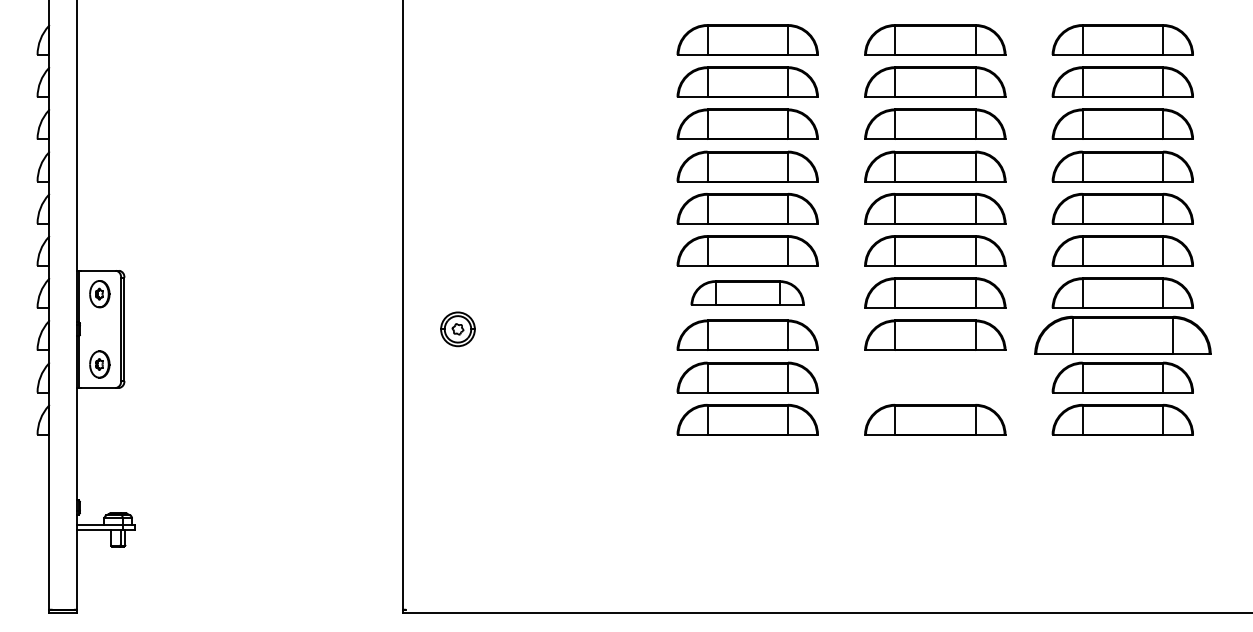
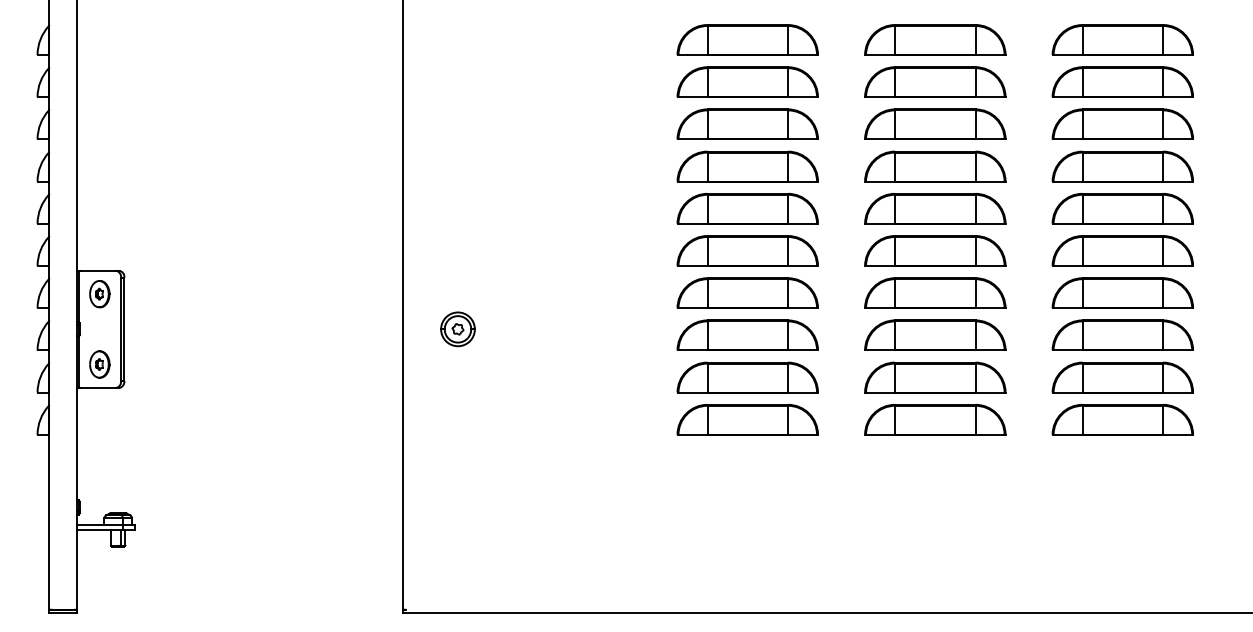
part at (747, 292) size: 115x26 px -> 143x32 px
part at (1122, 334) size: 178x40 px -> 143x32 px
part at (935, 377): none -> present
